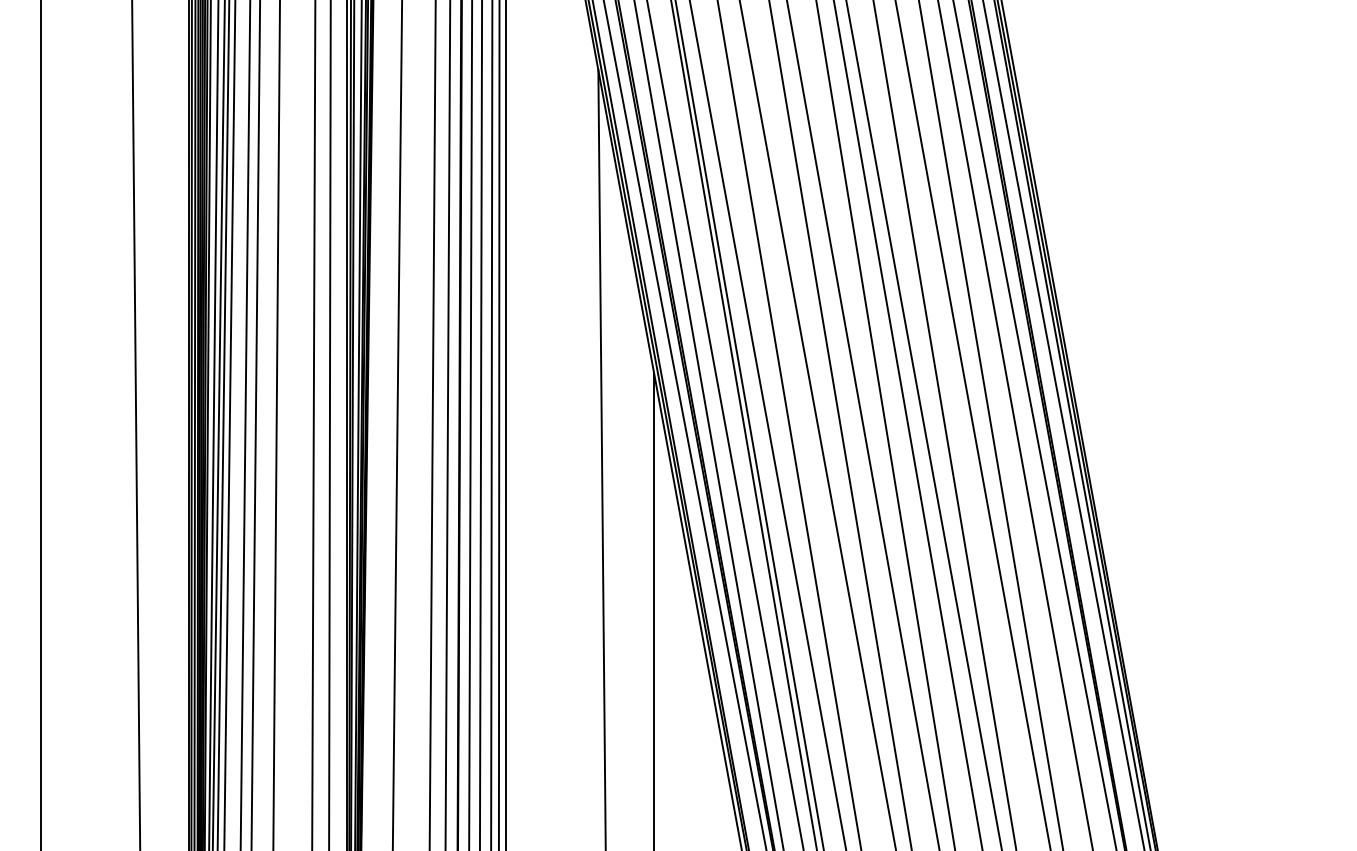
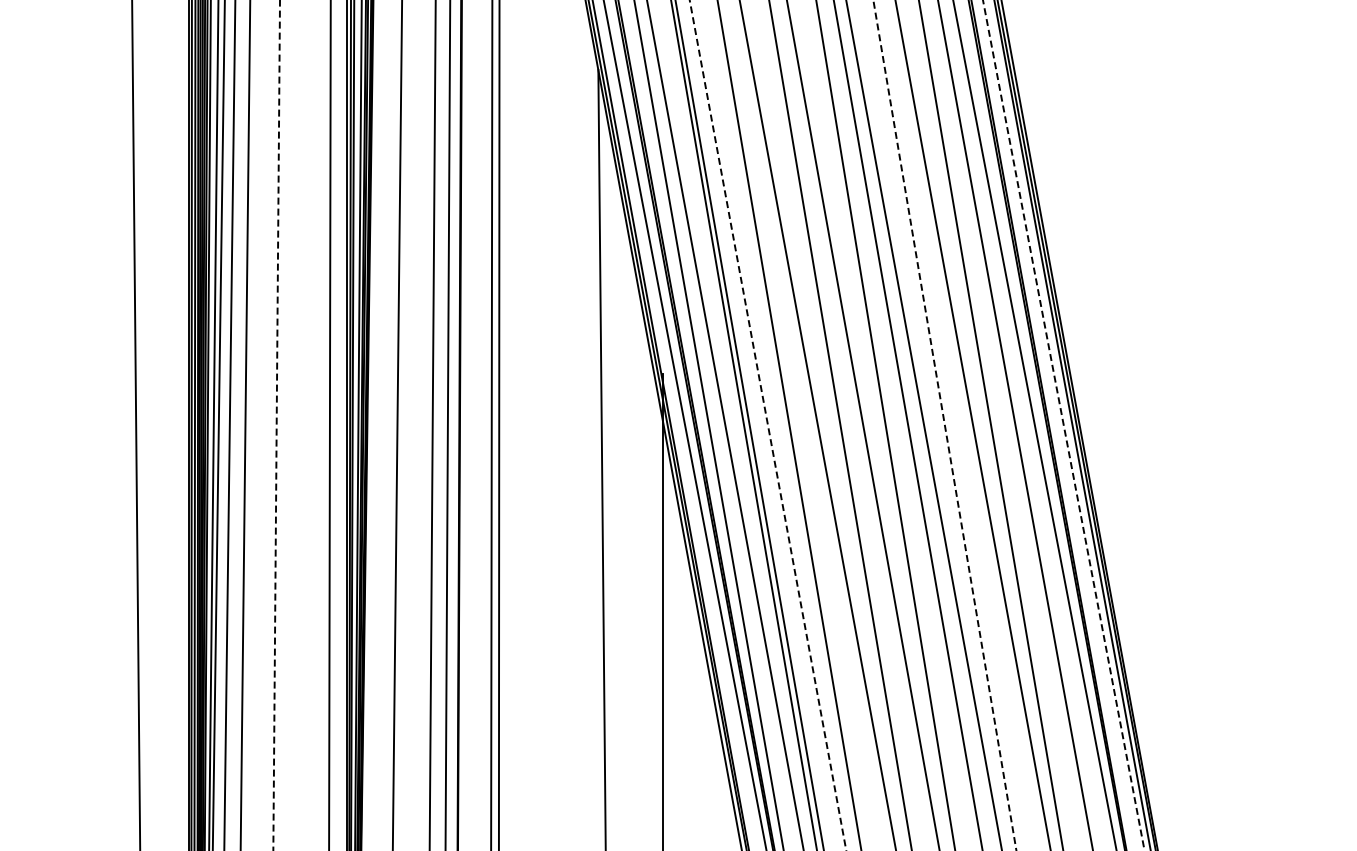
line at (40, 424): present -> none
line at (223, 424): present -> none
line at (255, 424): present -> none
line at (313, 424): present -> none
line at (470, 424): present -> none
line at (480, 424): present -> none
line at (506, 424): present -> none
line at (1063, 424): solid -> dashed
line at (276, 425): solid -> dashed
line at (768, 425): solid -> dashed
line at (944, 425): solid -> dashed
line at (654, 610) position: (654, 610) -> (663, 610)
